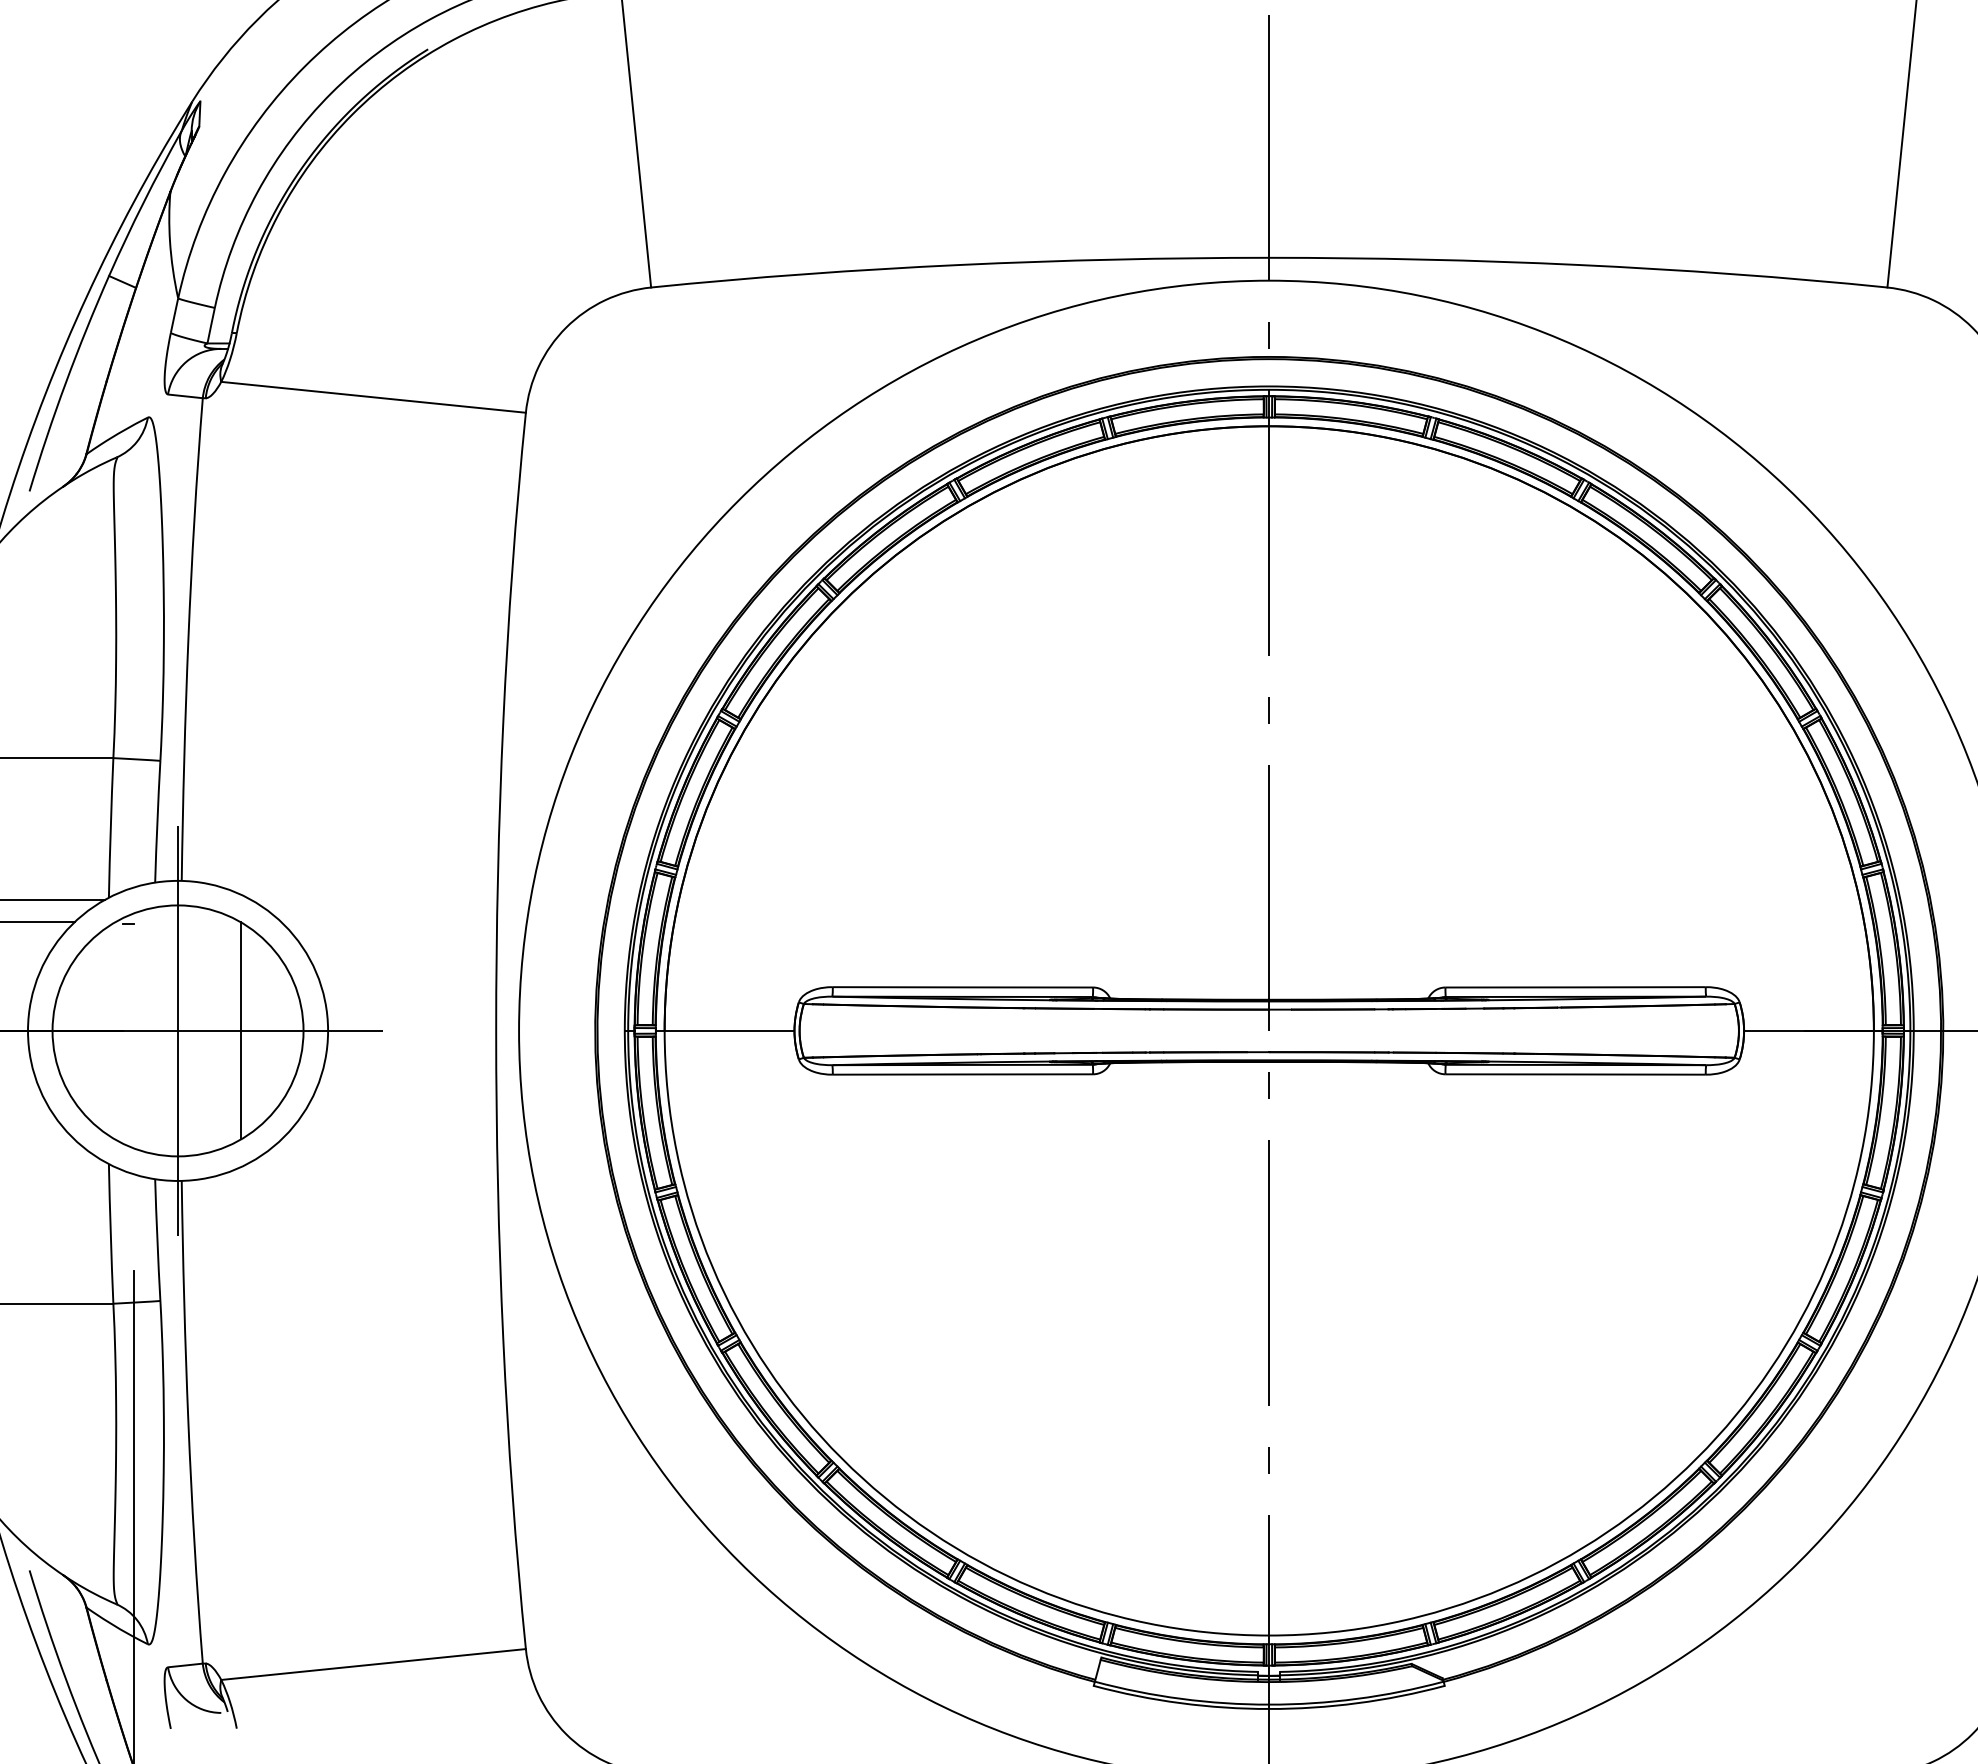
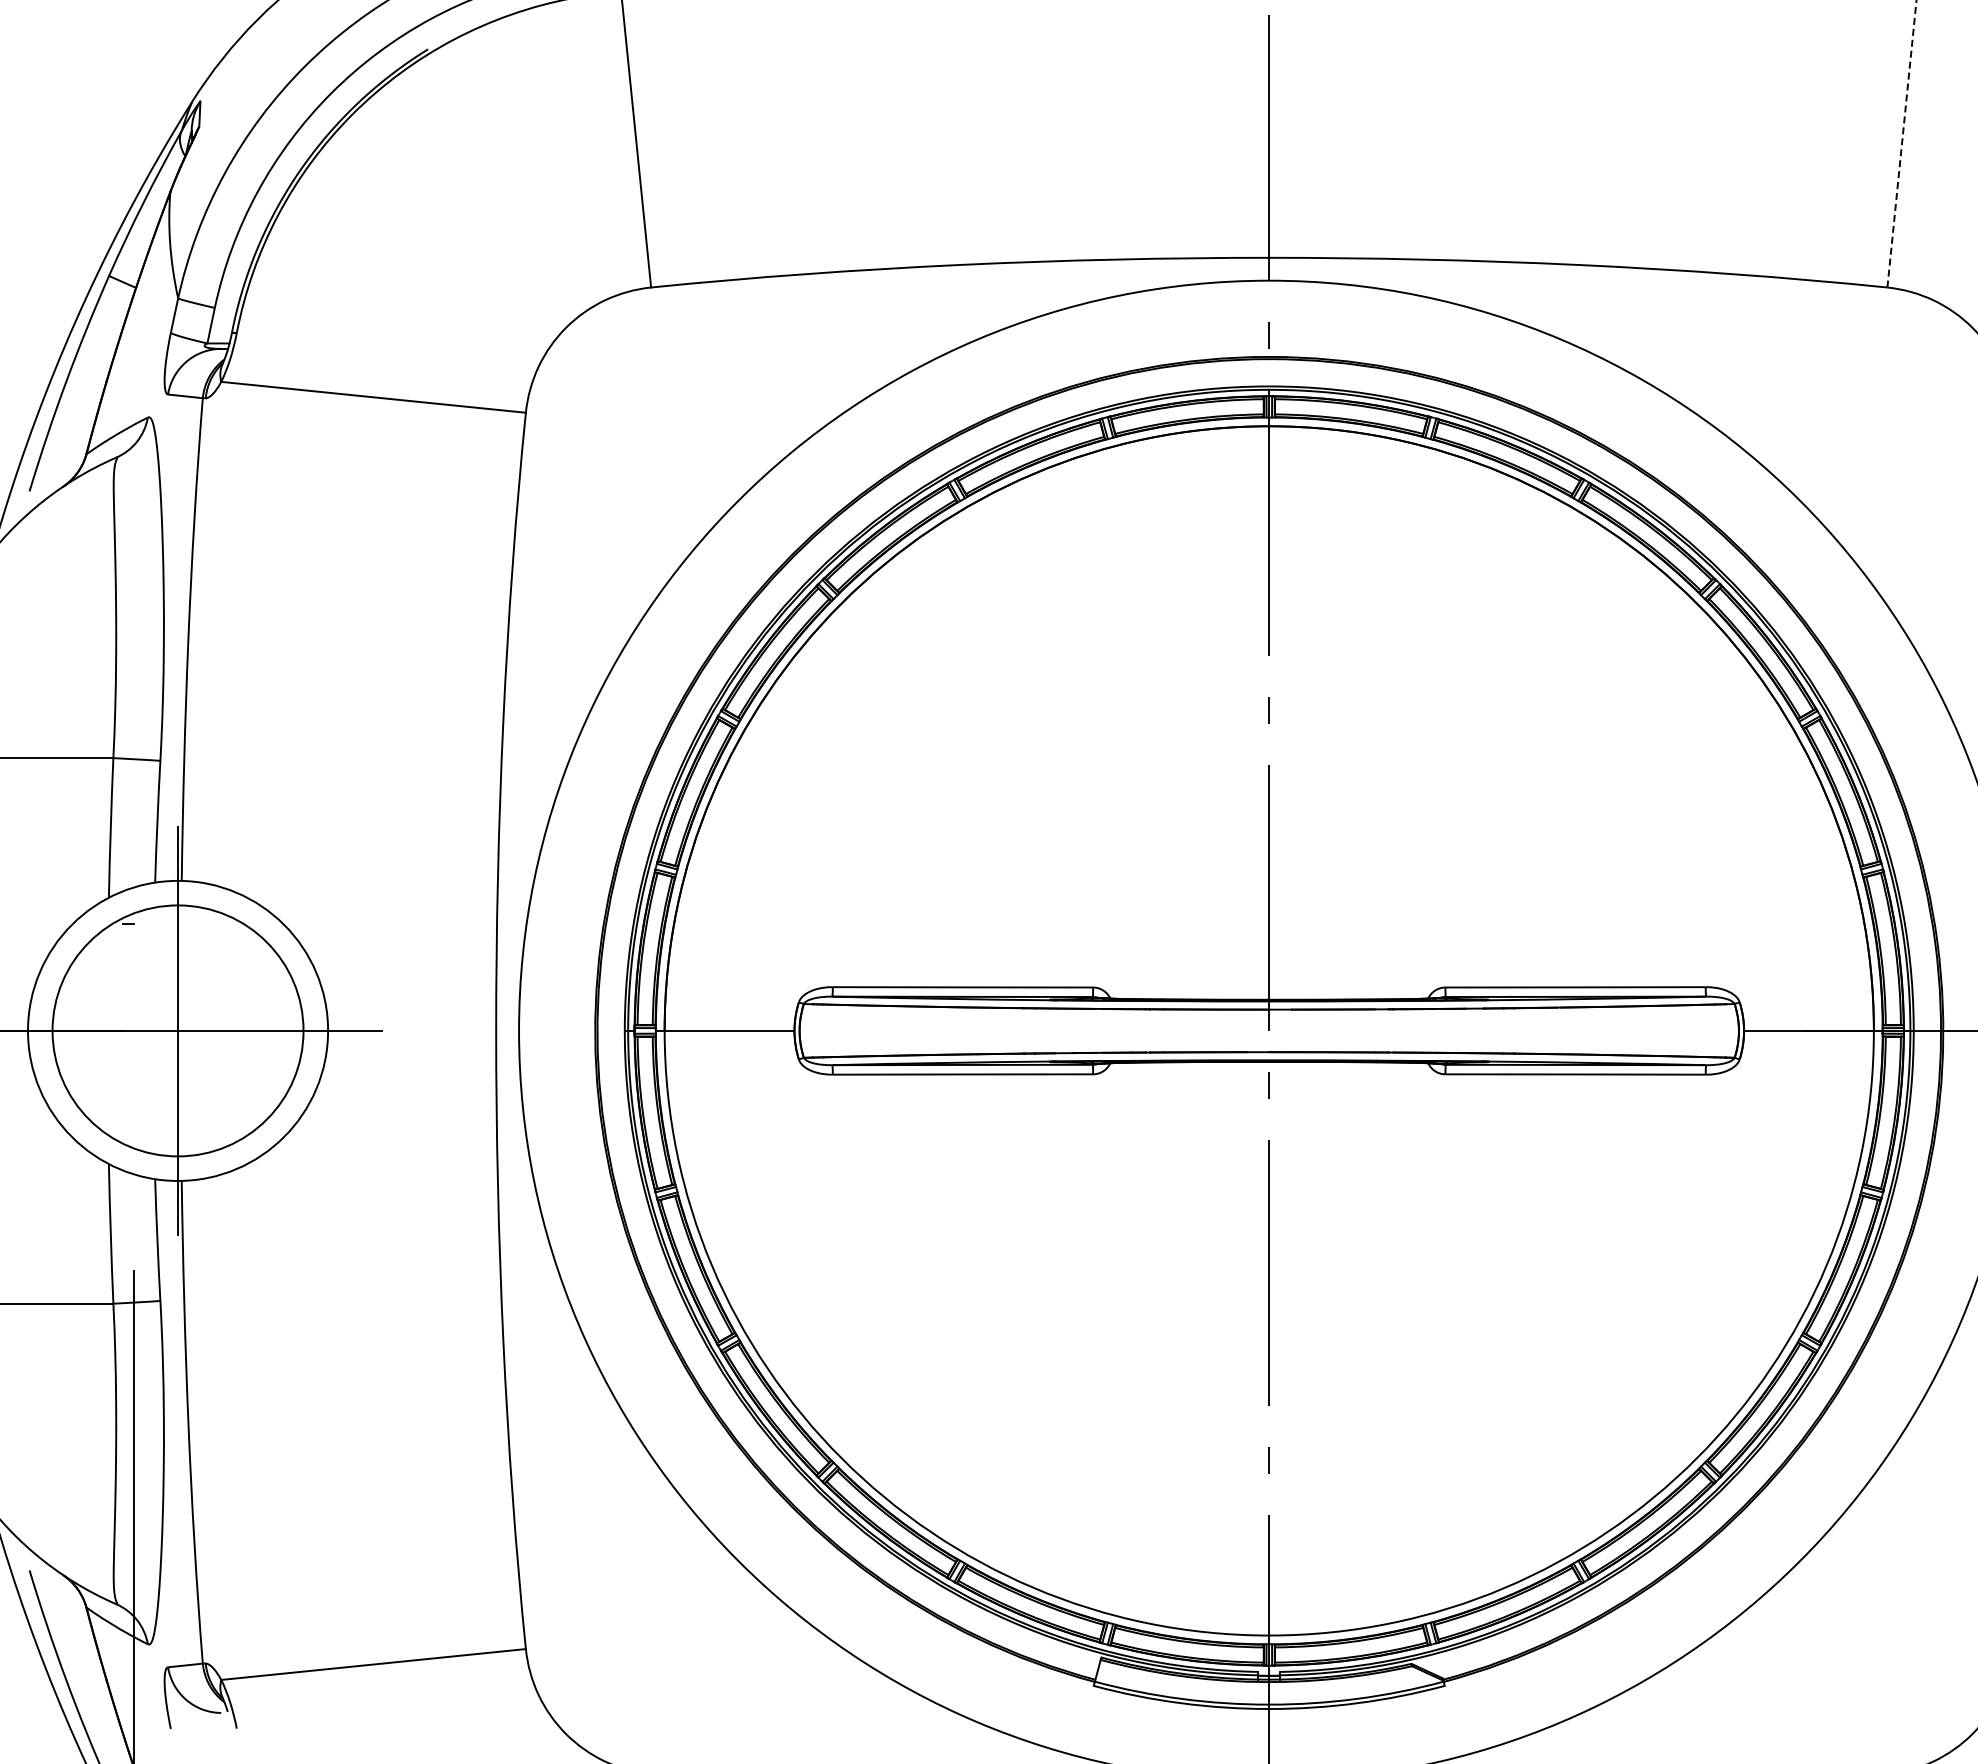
line at (1902, 143): solid -> dashed
line at (53, 899): present -> none
line at (38, 921): present -> none
line at (241, 1030): present -> none
